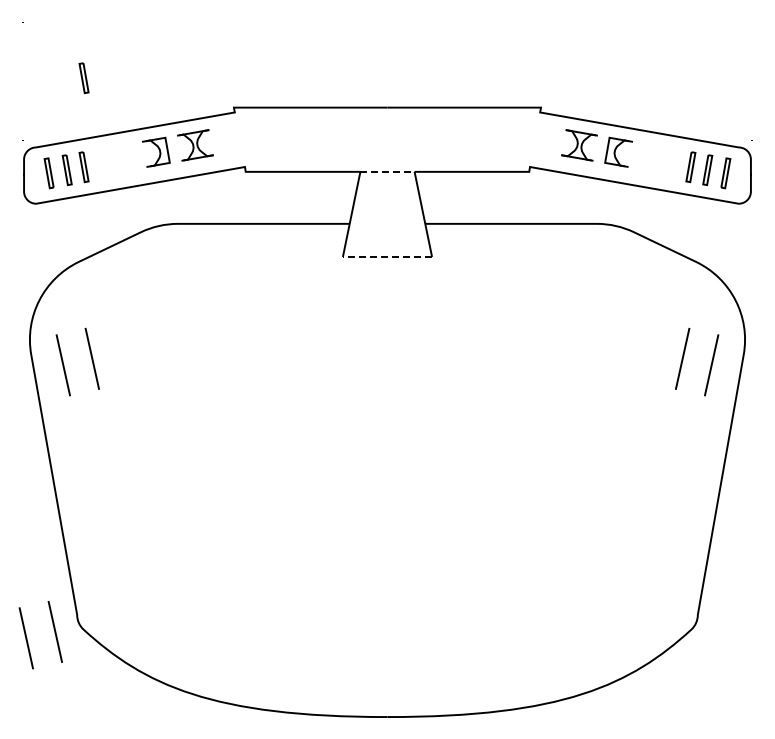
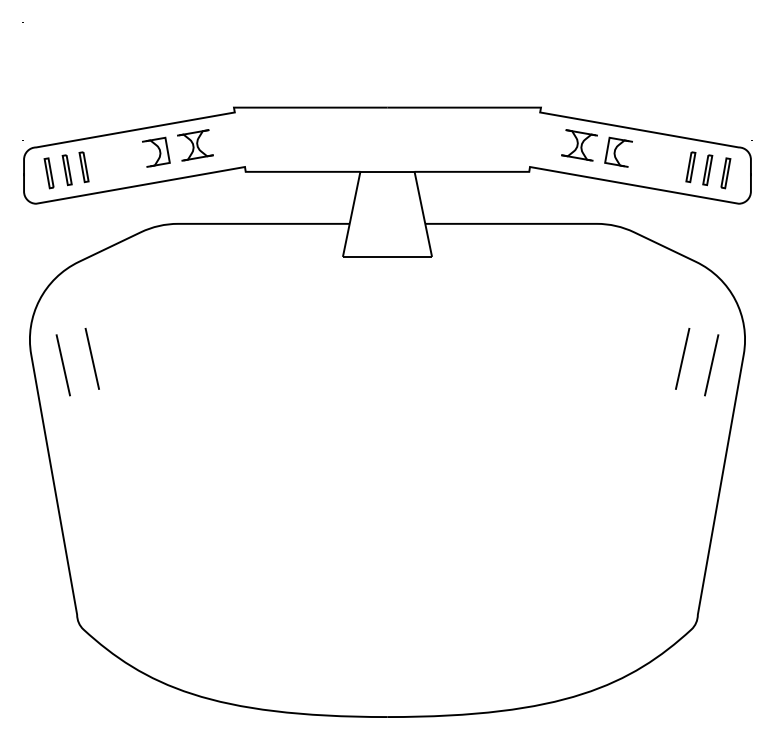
part at (83, 78): present -> none
line at (387, 171): dashed -> solid
line at (387, 256): dashed -> solid
part at (27, 637): present -> none
